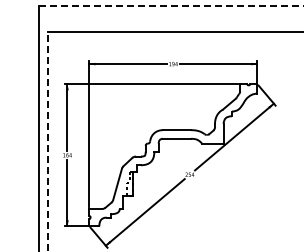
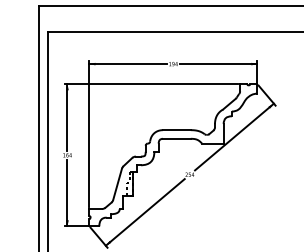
line at (172, 6): dashed -> solid
line at (47, 141): dashed -> solid
